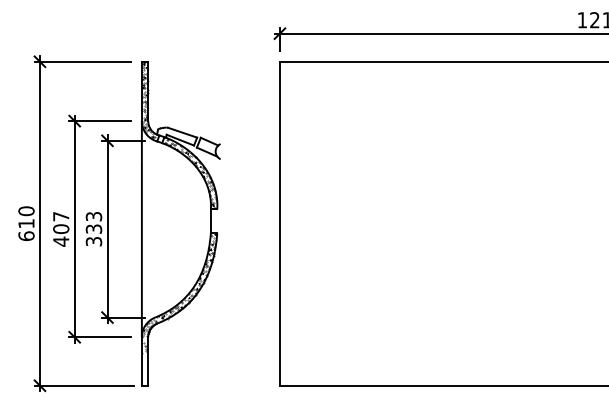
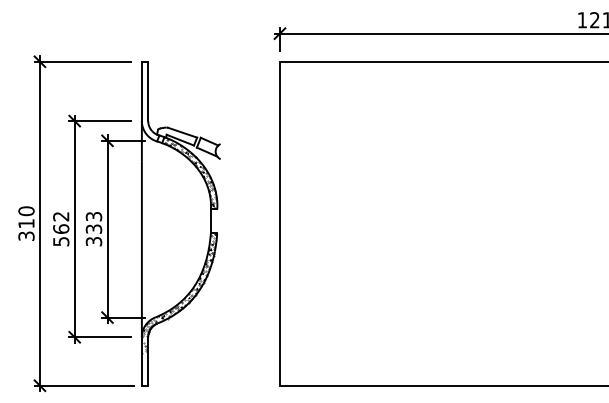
hatch at (148, 99): present -> none
text at (61, 229): 407 -> 562
text at (26, 236): 610 -> 310
